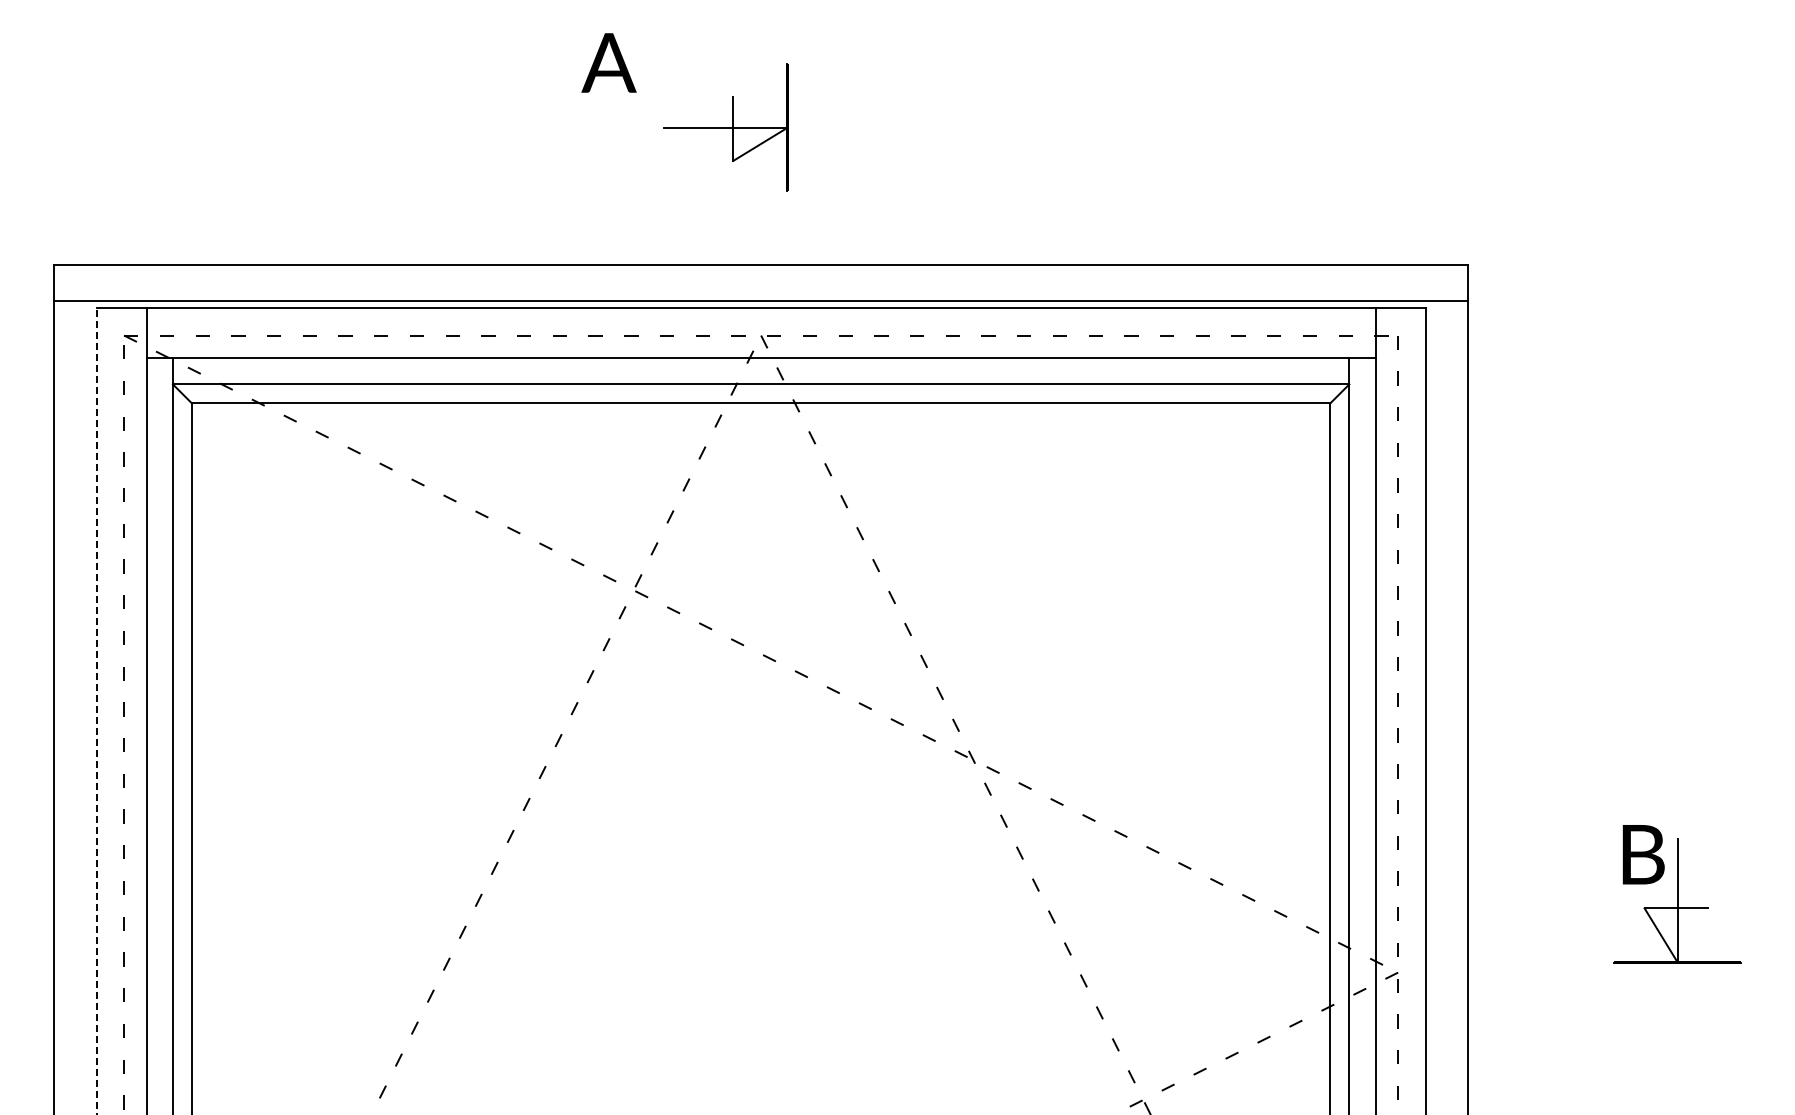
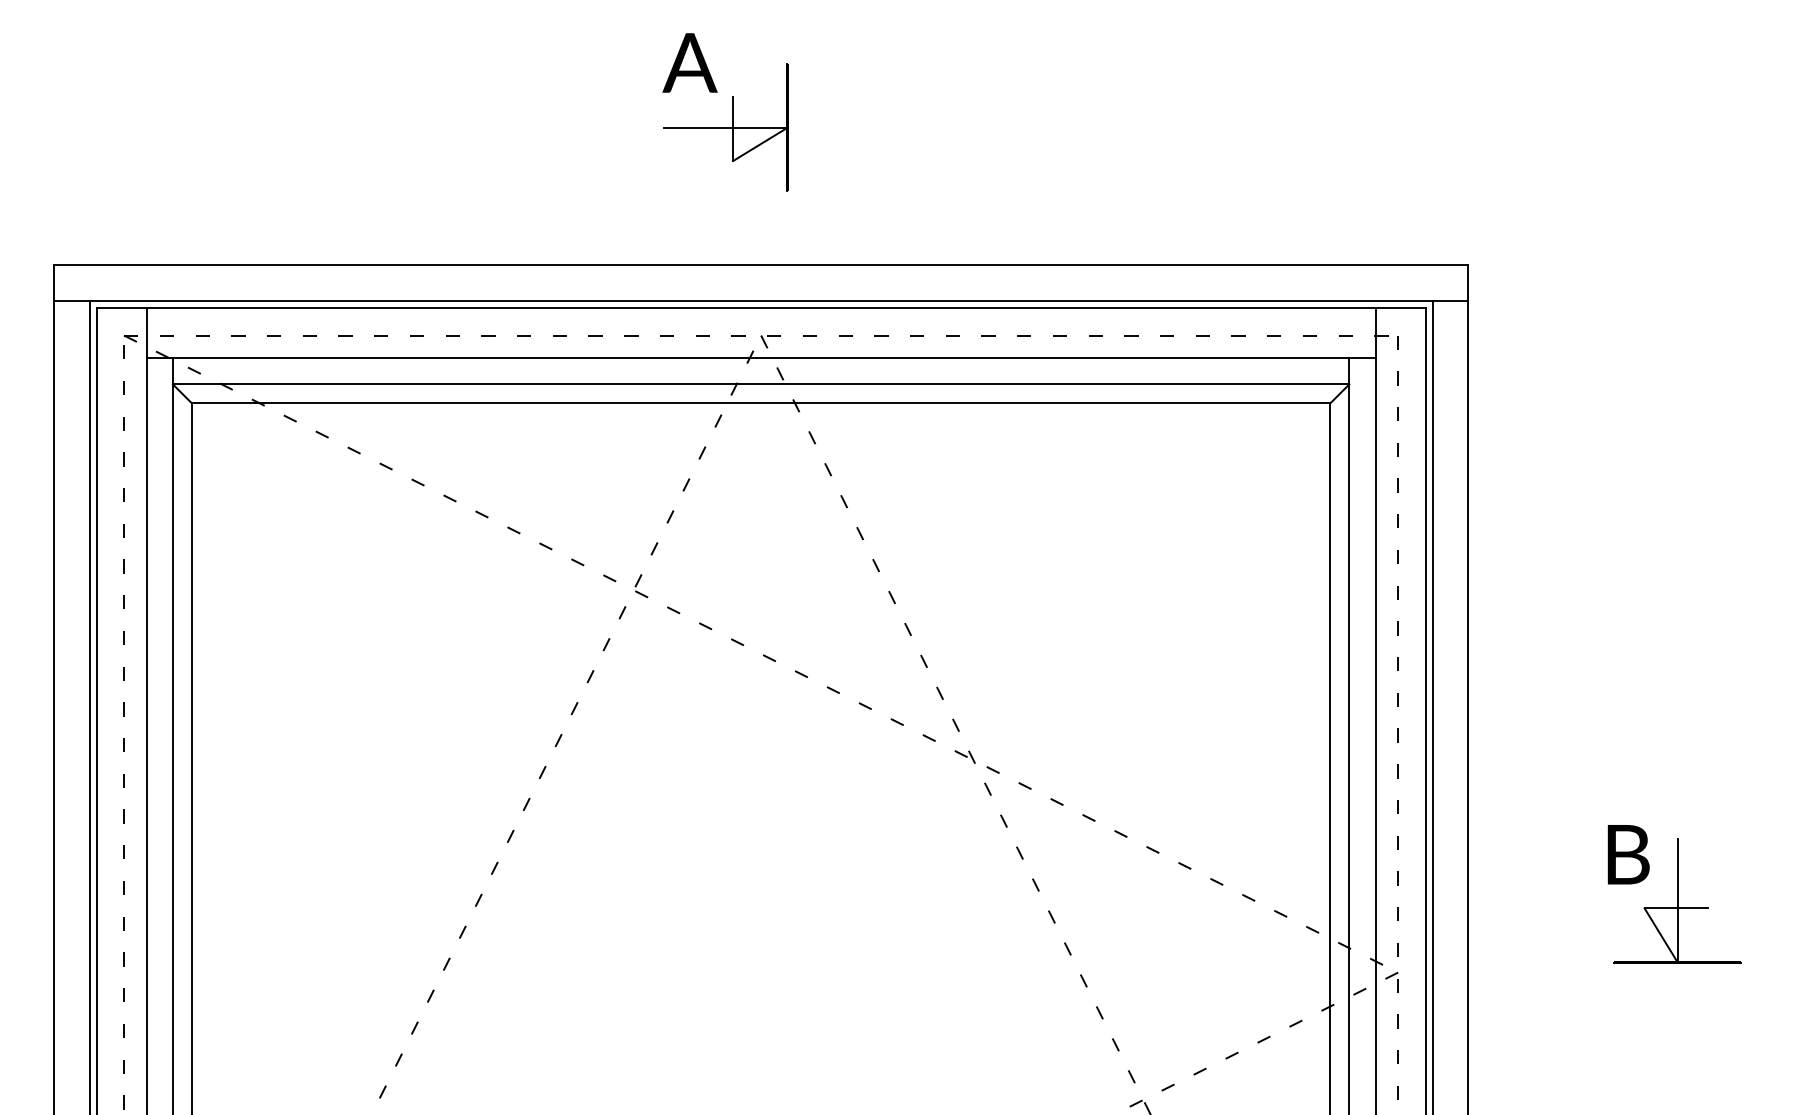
text at (608, 62) position: (608, 62) -> (689, 62)
line at (89, 706): none -> present
line at (1432, 706): none -> present
line at (96, 711): dashed -> solid
text at (1643, 854) position: (1643, 854) -> (1628, 854)
